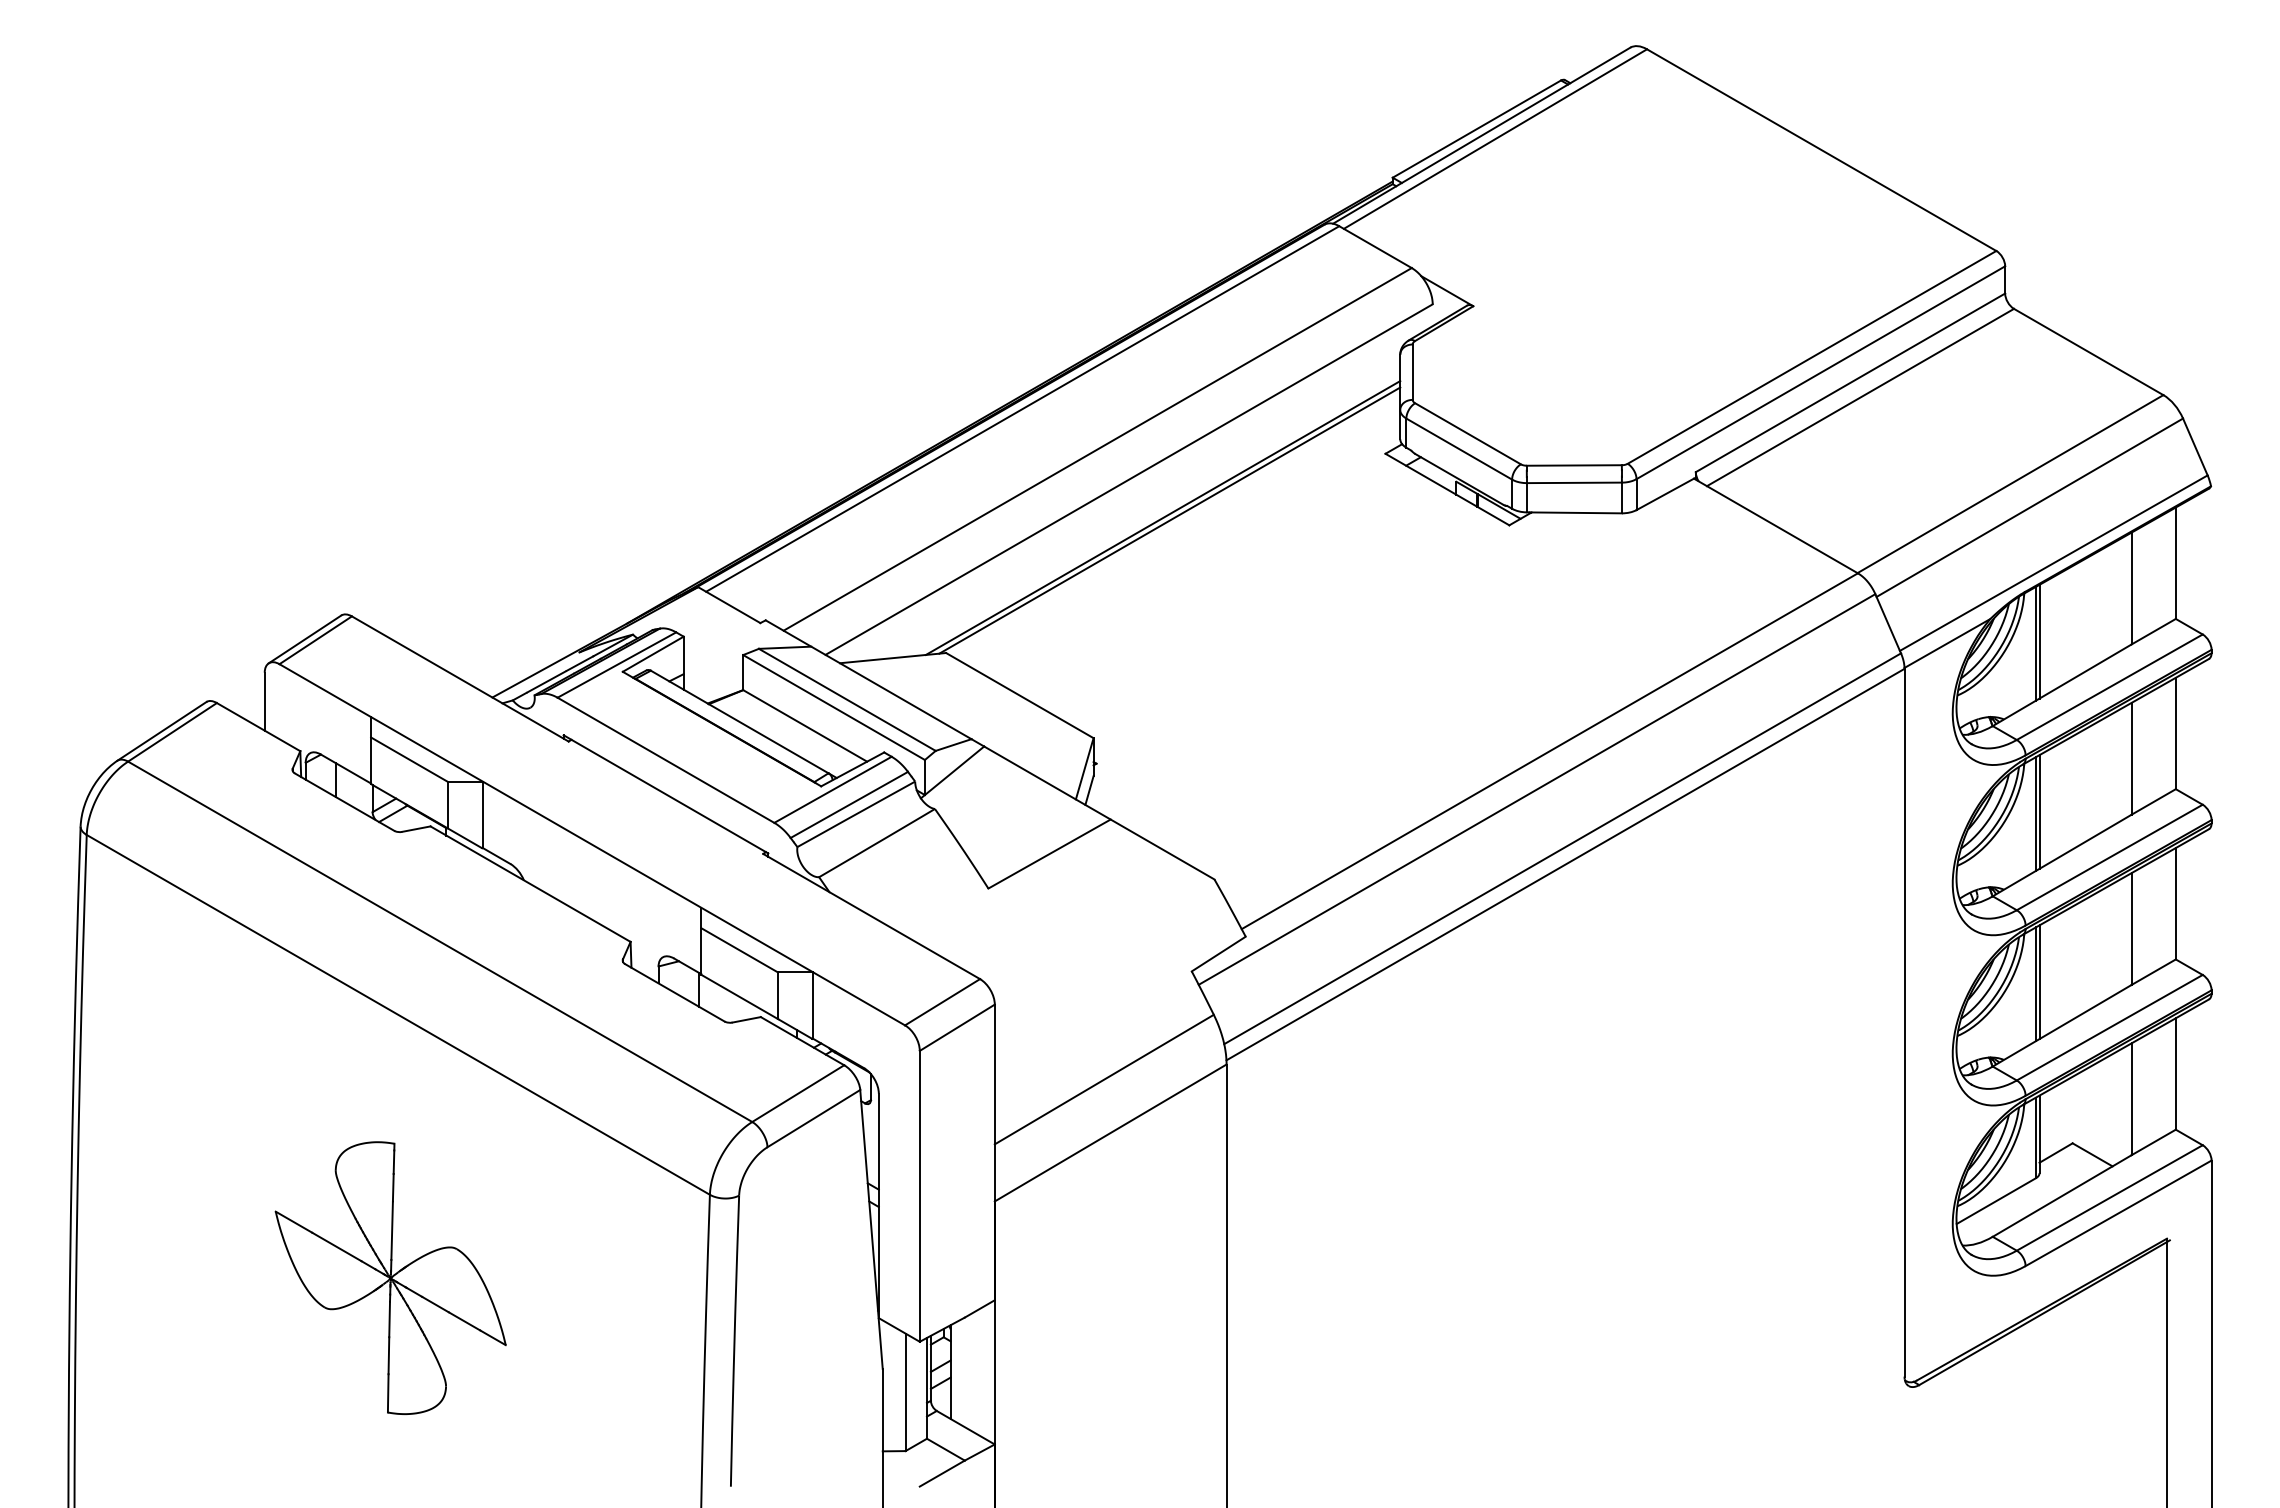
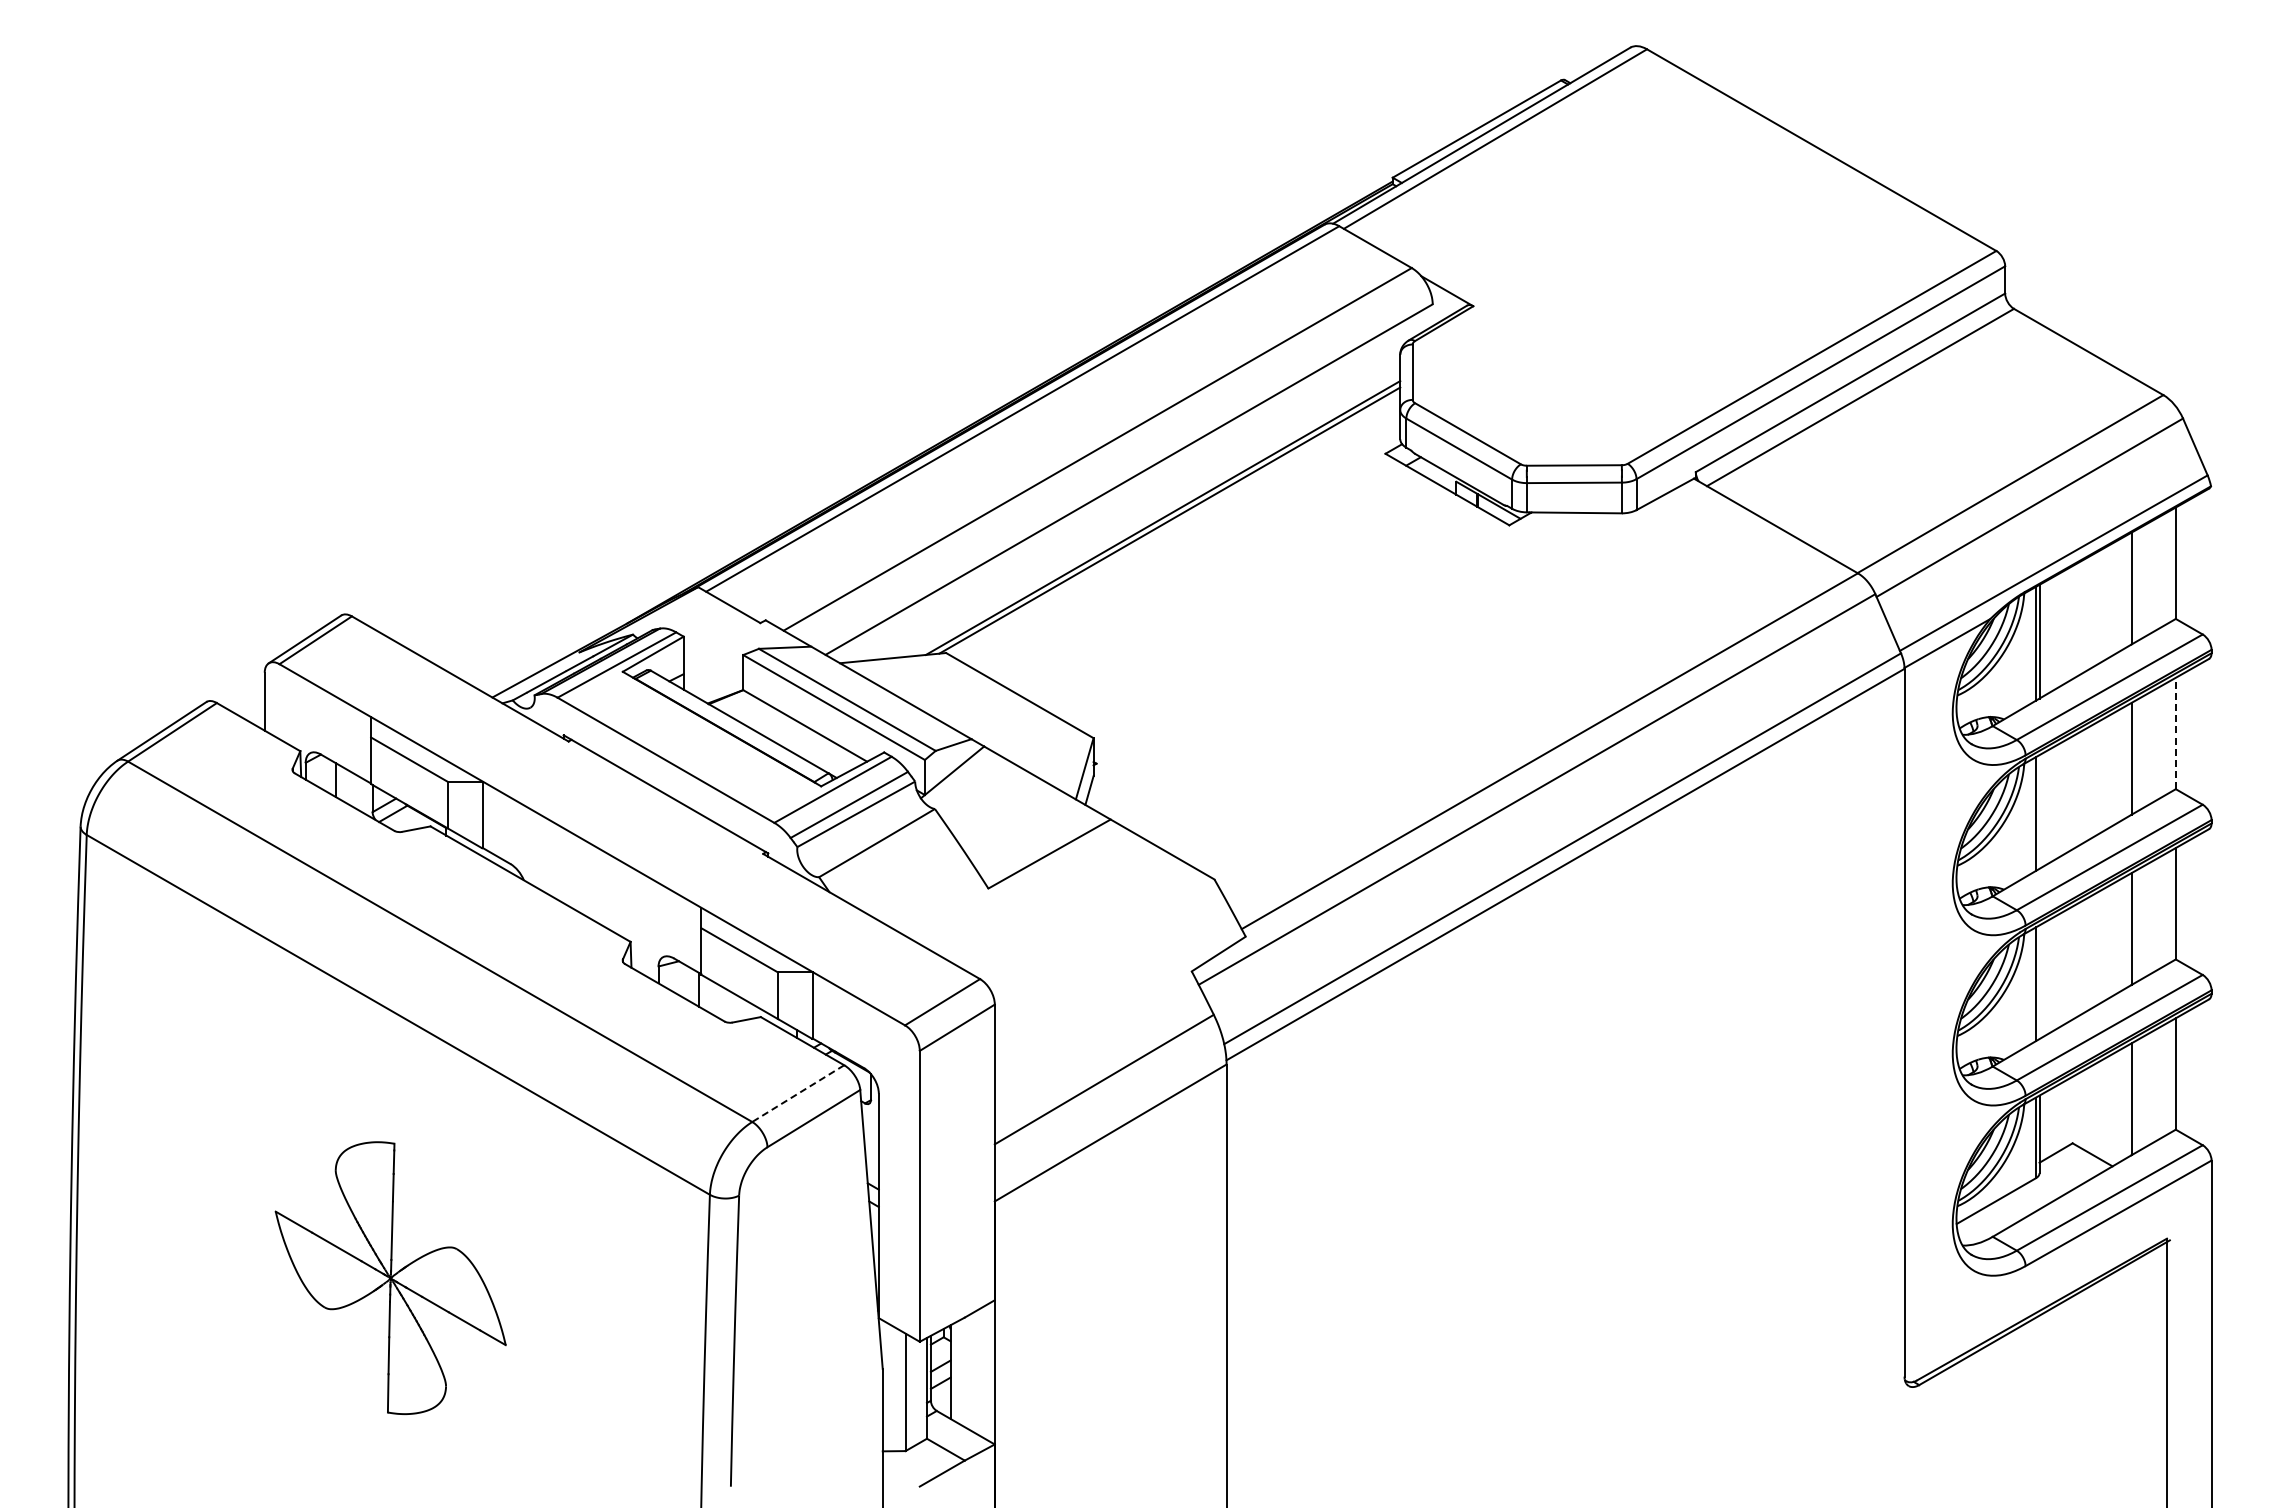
line at (2175, 733): solid -> dashed
line at (2039, 811): present -> none
line at (2039, 982): present -> none
line at (797, 1093): solid -> dashed
